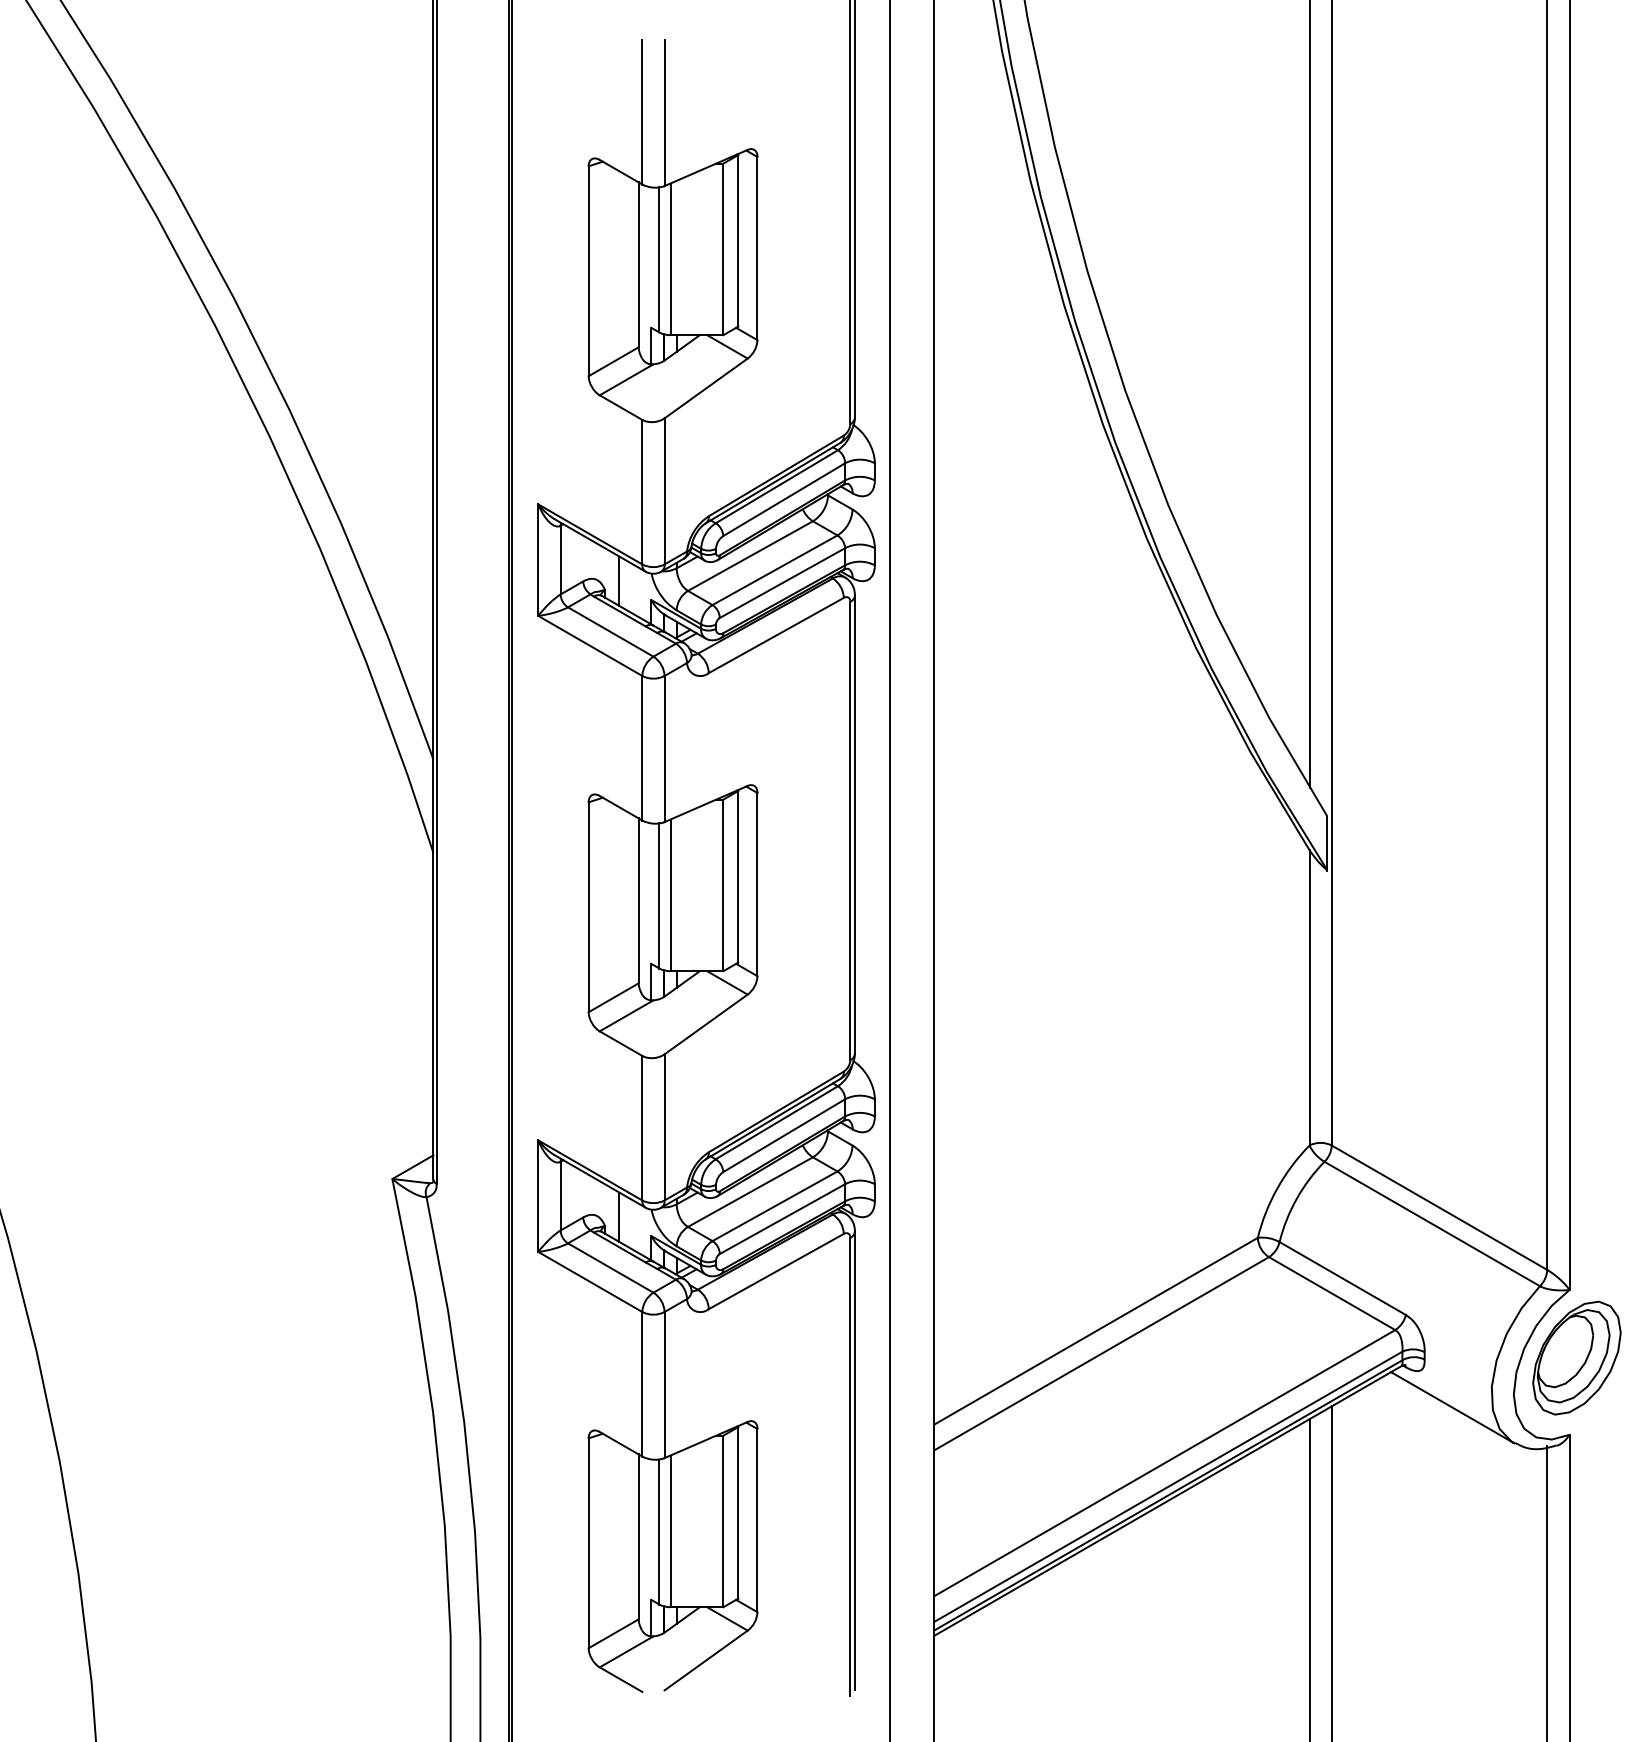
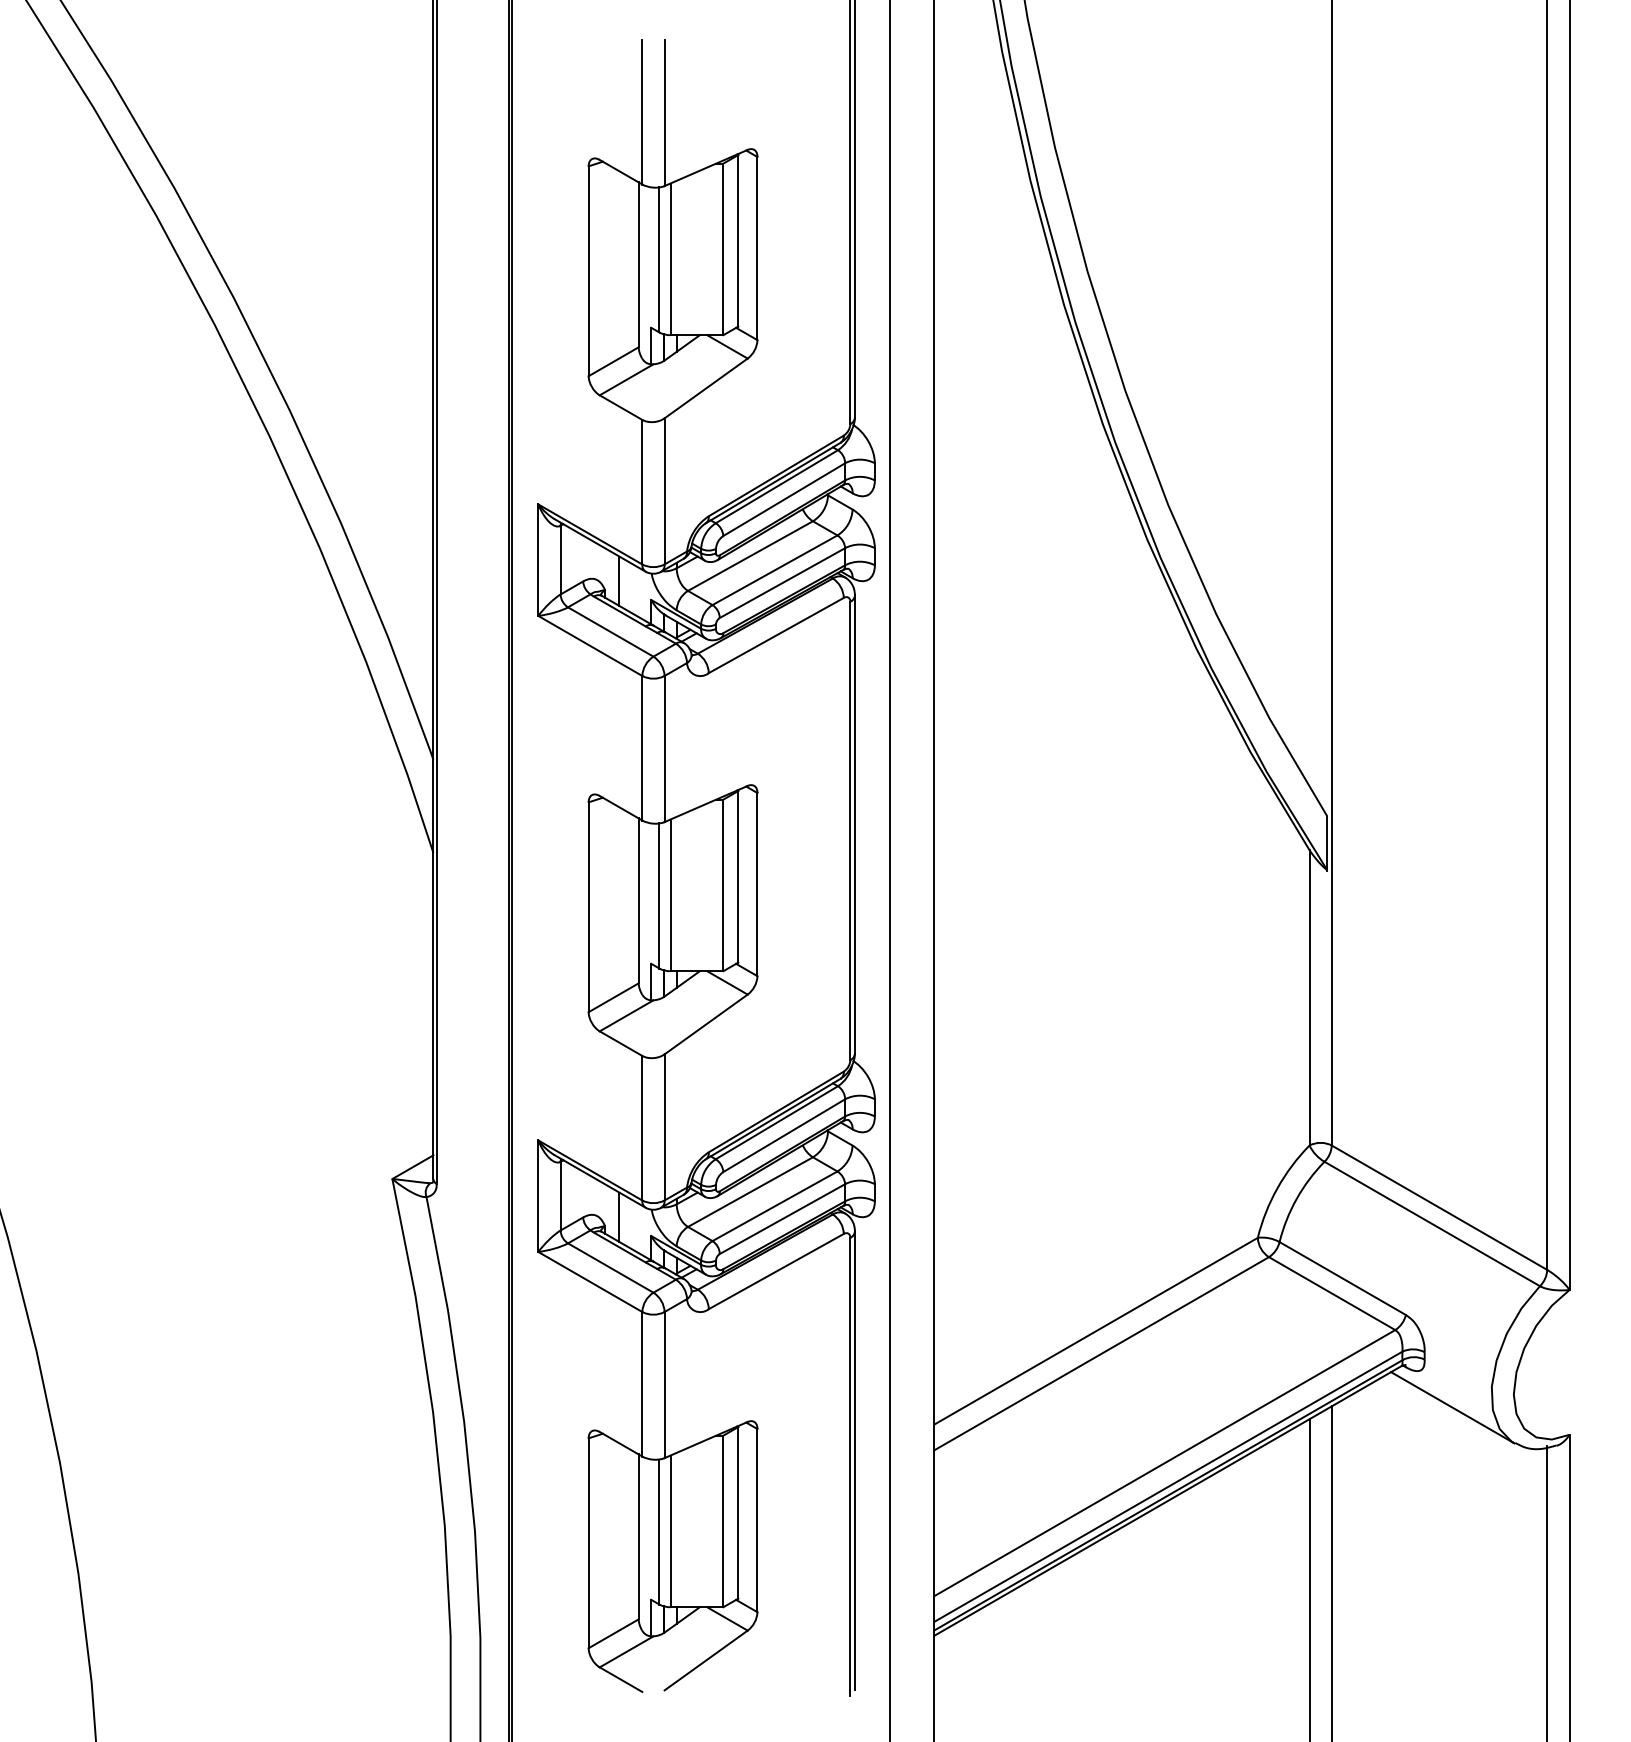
line at (1309, 394): present -> none
part at (1576, 1357): present -> none
